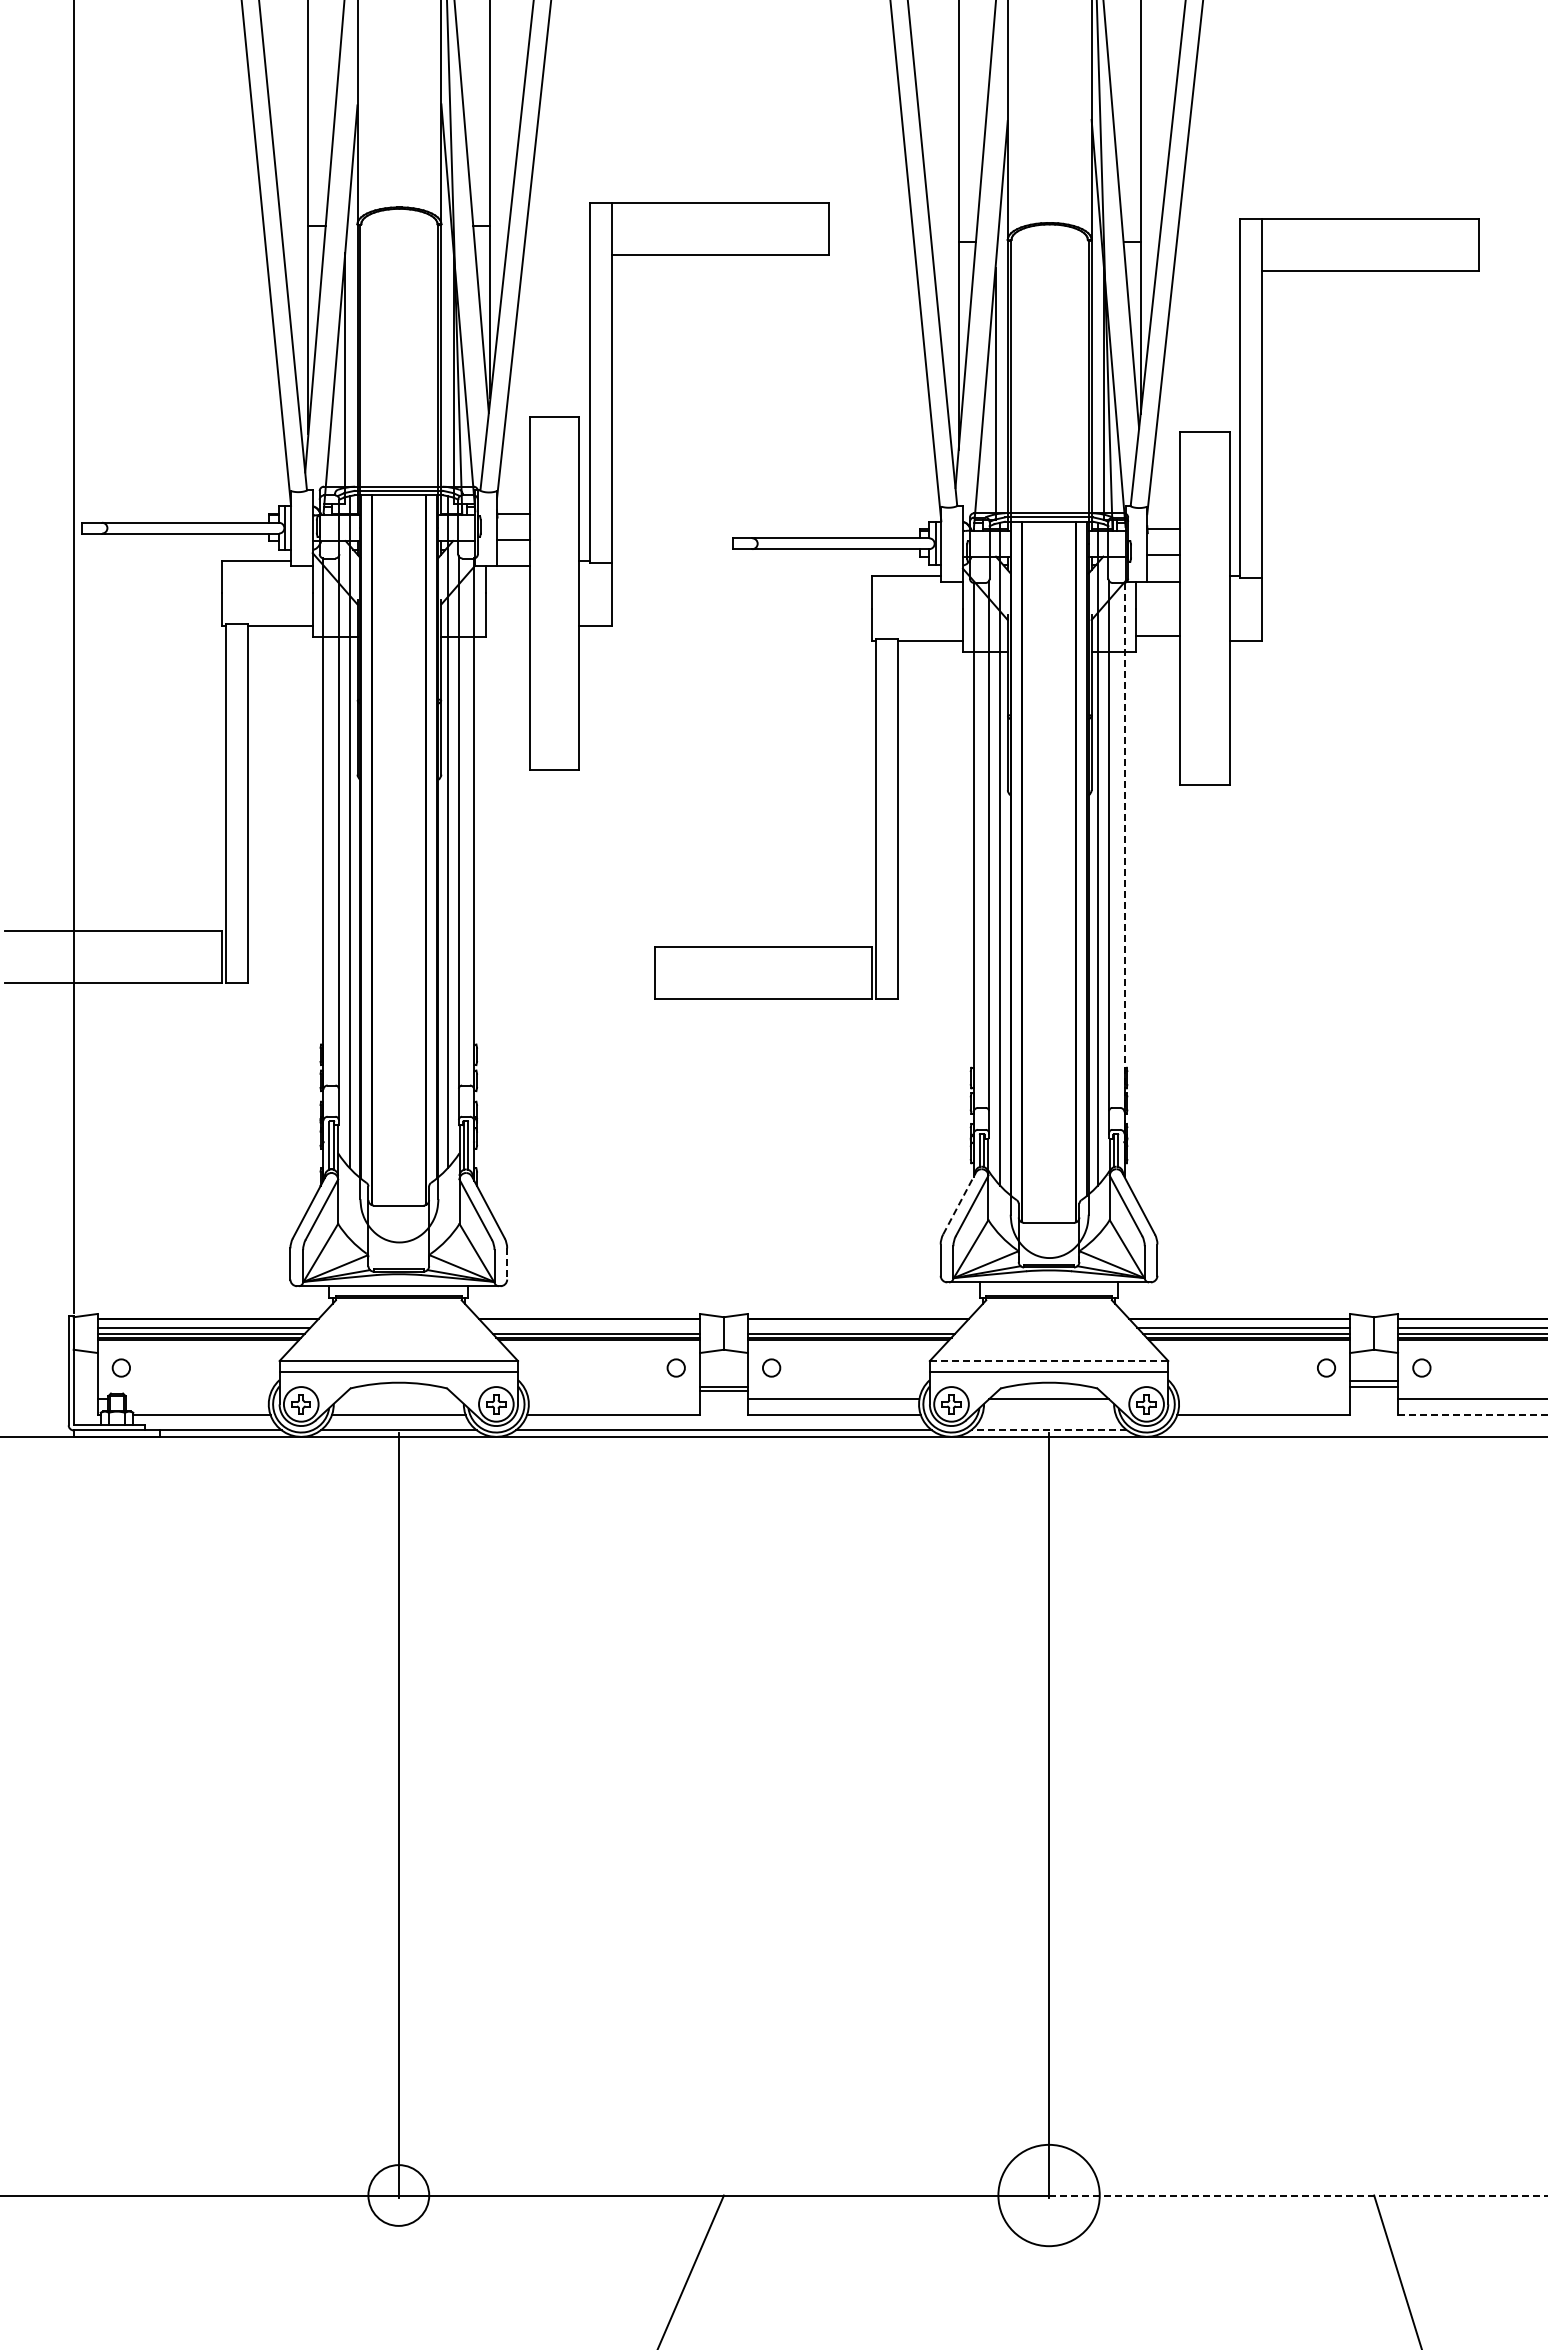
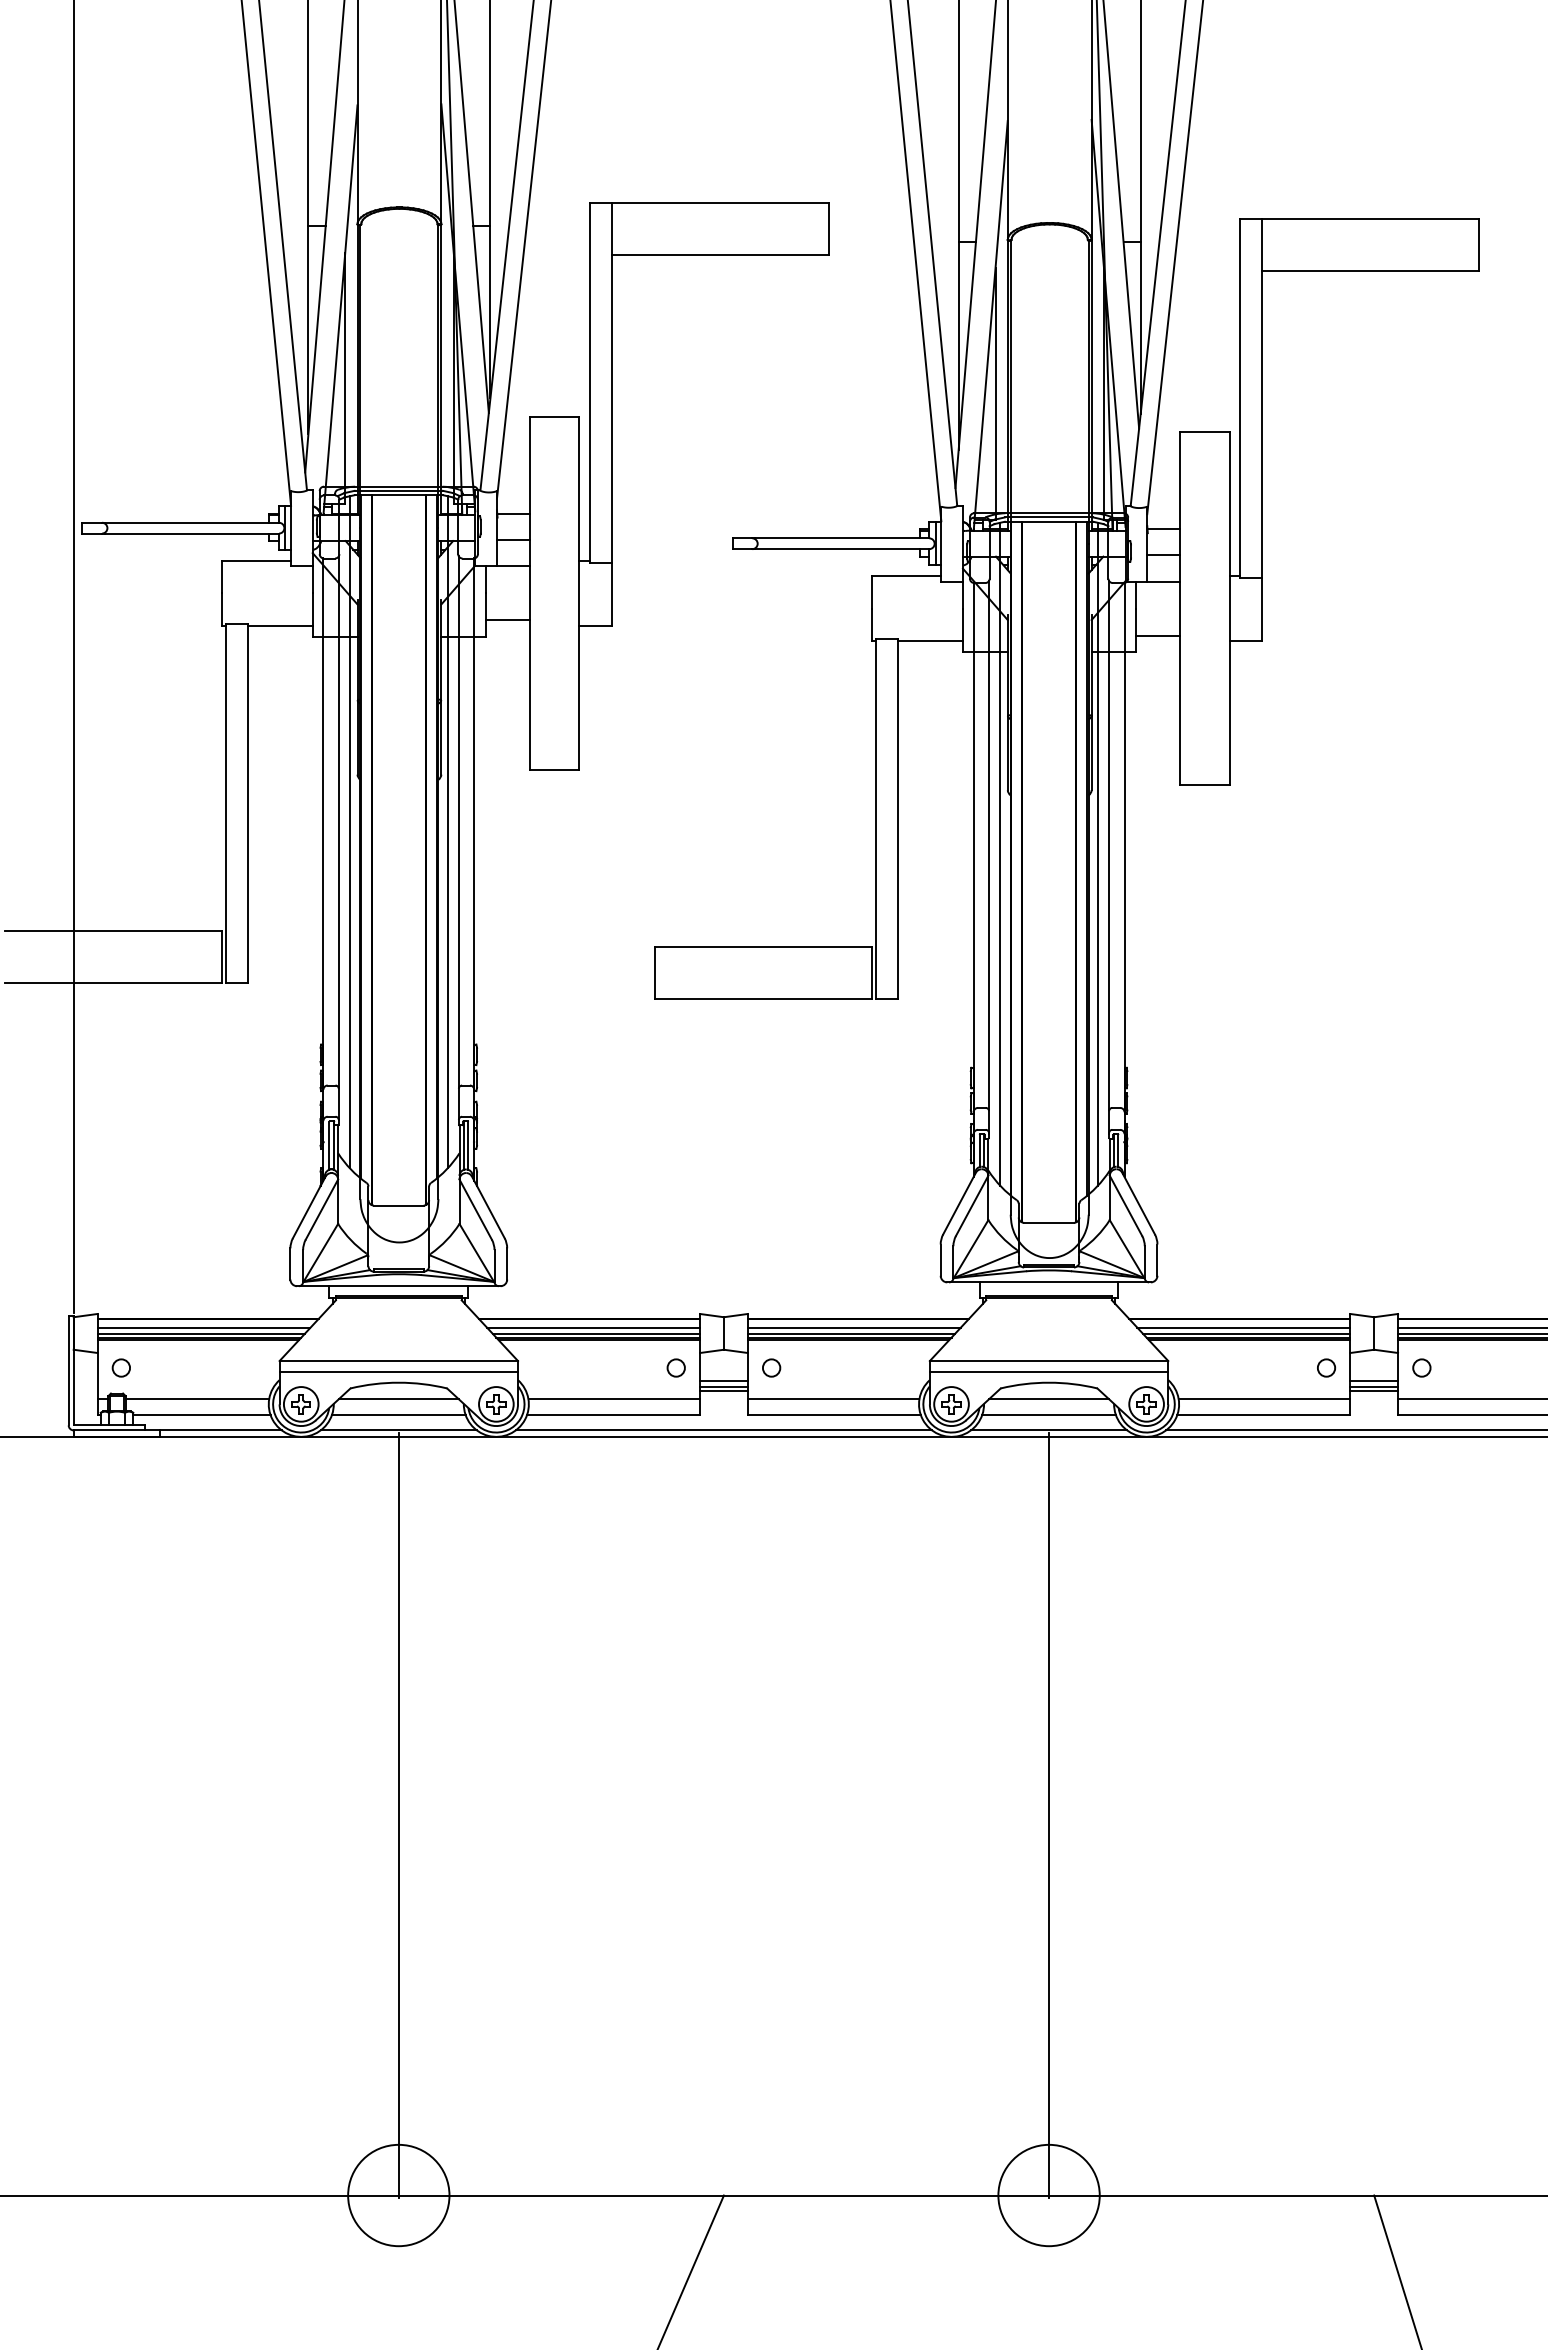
line at (507, 620): none -> present
line at (1124, 847): dashed -> solid
line at (959, 1203): dashed -> solid
line at (507, 1263): dashed -> solid
line at (593, 1327): none -> present
line at (853, 1327): none -> present
line at (1049, 1361): dashed -> solid
line at (723, 1380): none -> present
line at (1374, 1391): none -> present
line at (197, 1399): none -> present
line at (398, 1399): none -> present
line at (614, 1399): none -> present
line at (1264, 1399): none -> present
line at (1048, 1415): none -> present
line at (1472, 1415): dashed -> solid
line at (1048, 1430): dashed -> solid
line at (1355, 1430): none -> present
circle at (398, 2195) diameter: 61 px -> 101 px
line at (1298, 2195): dashed -> solid
